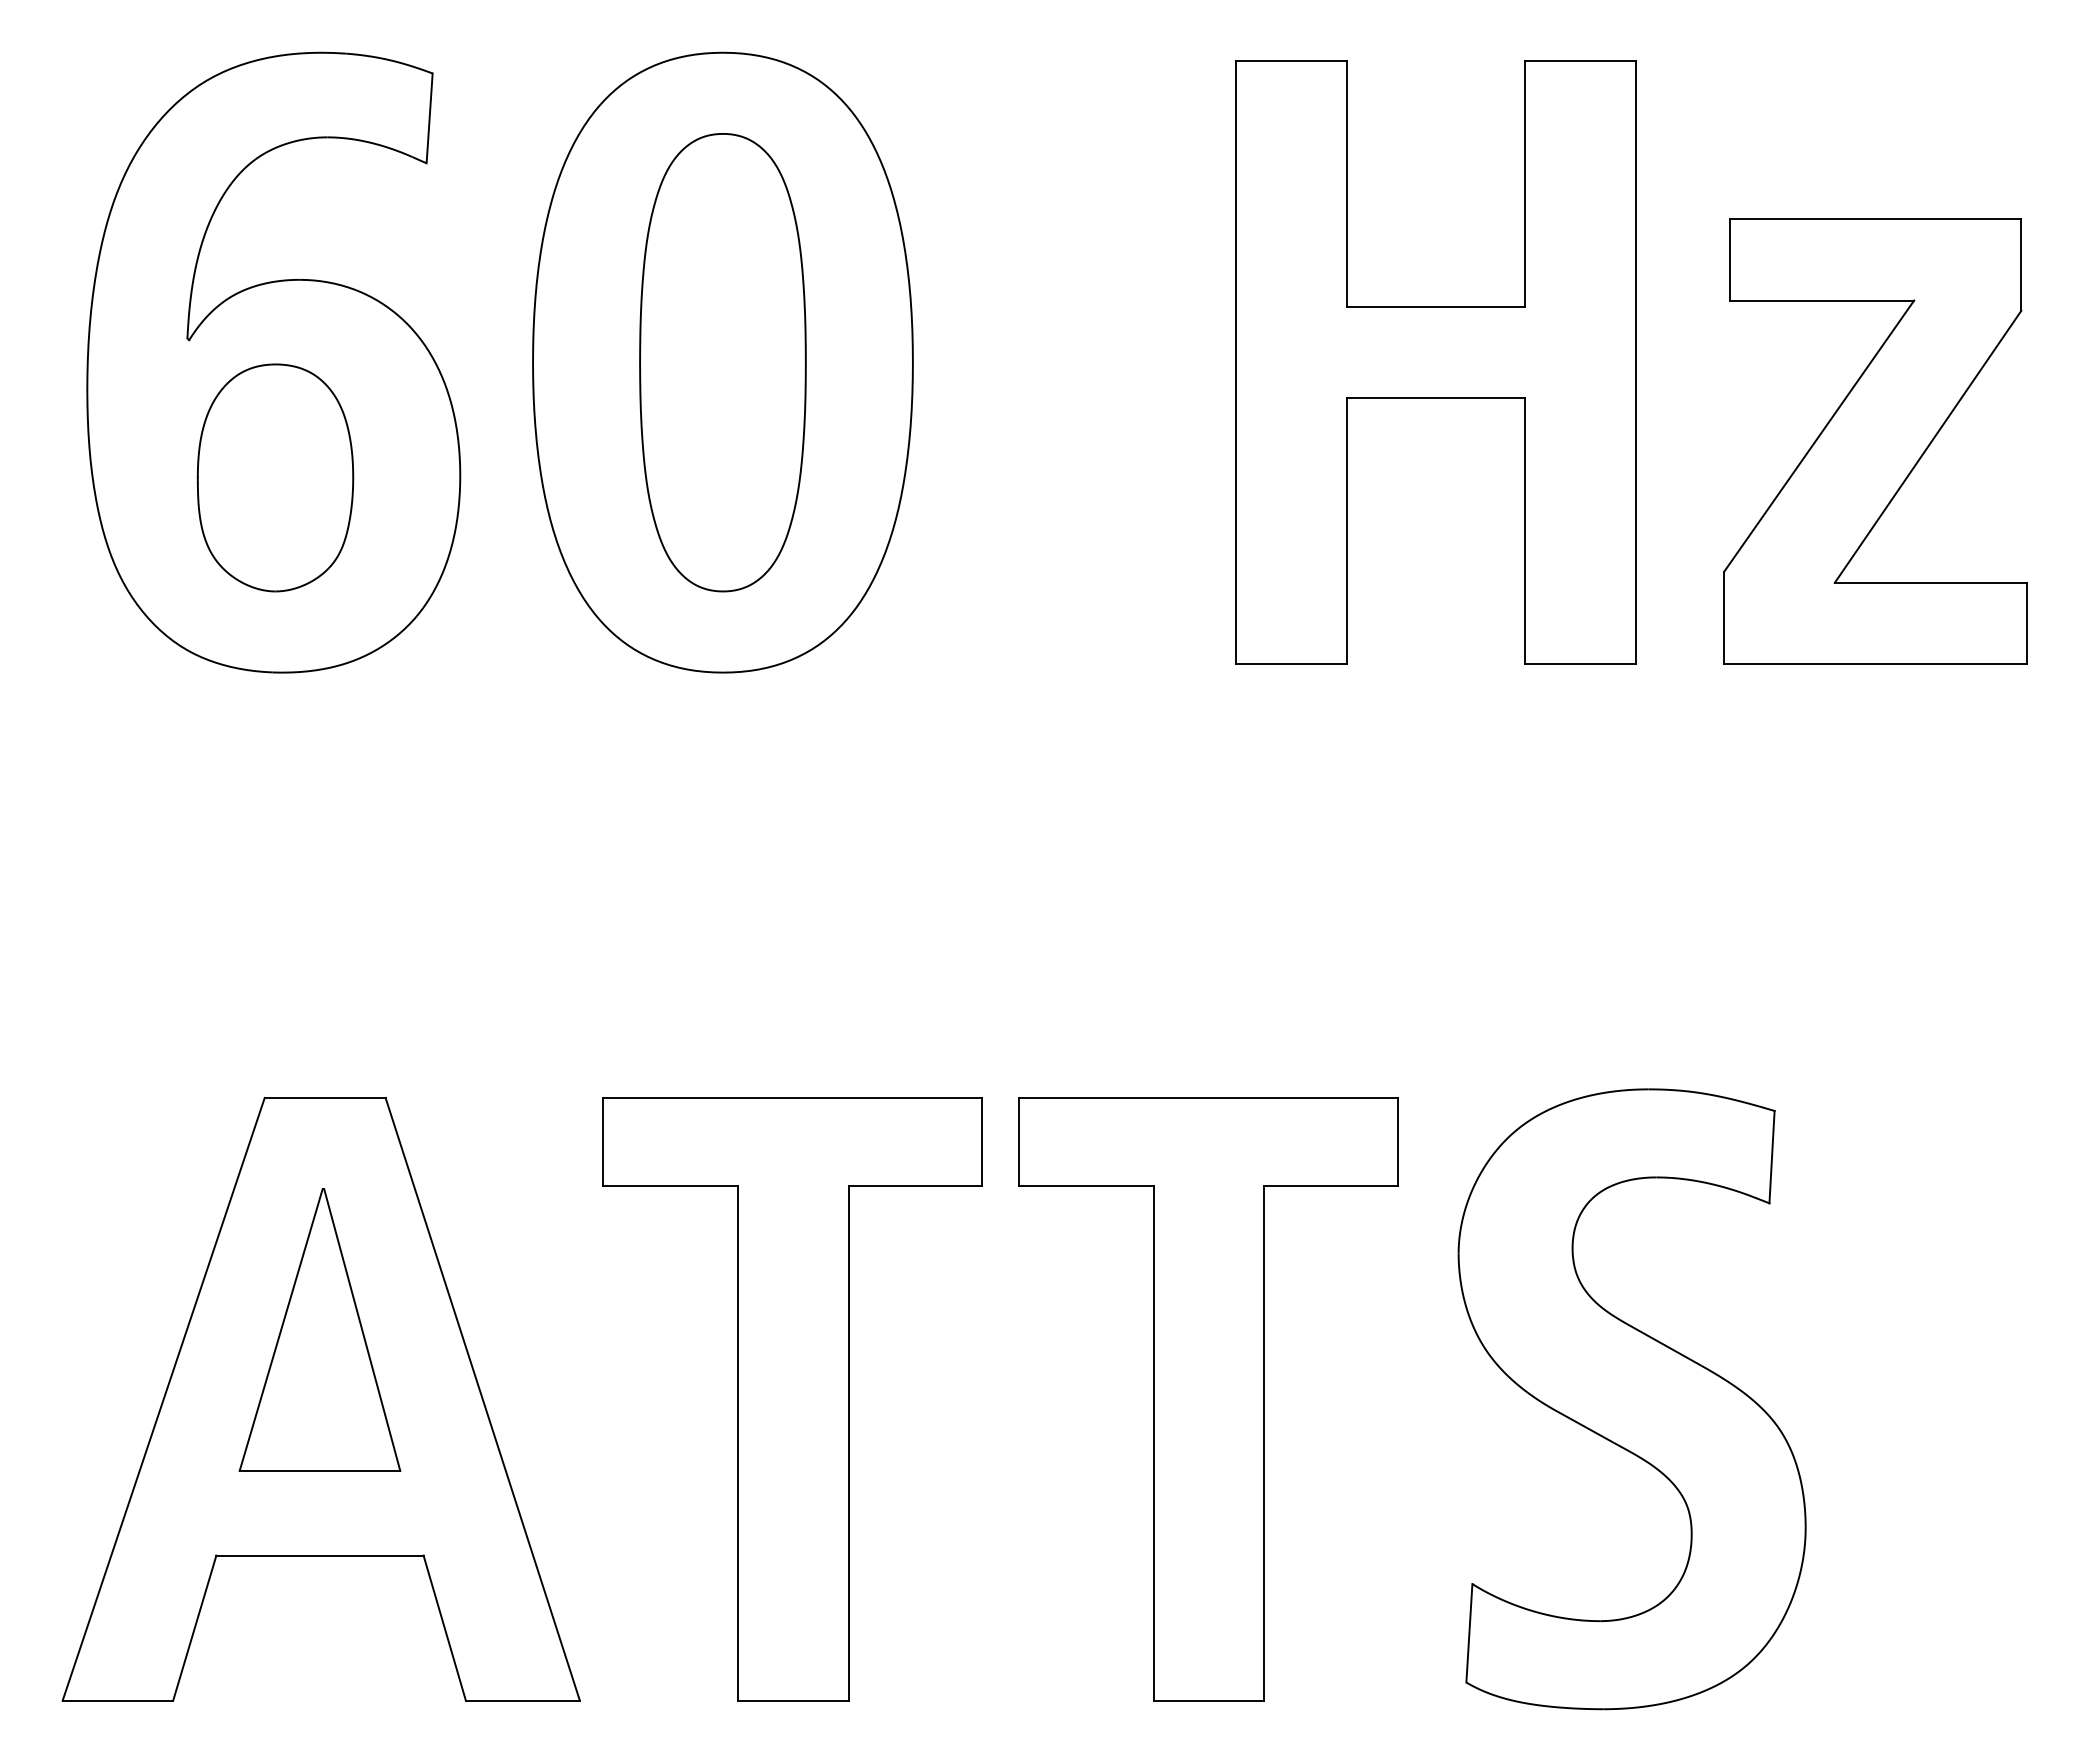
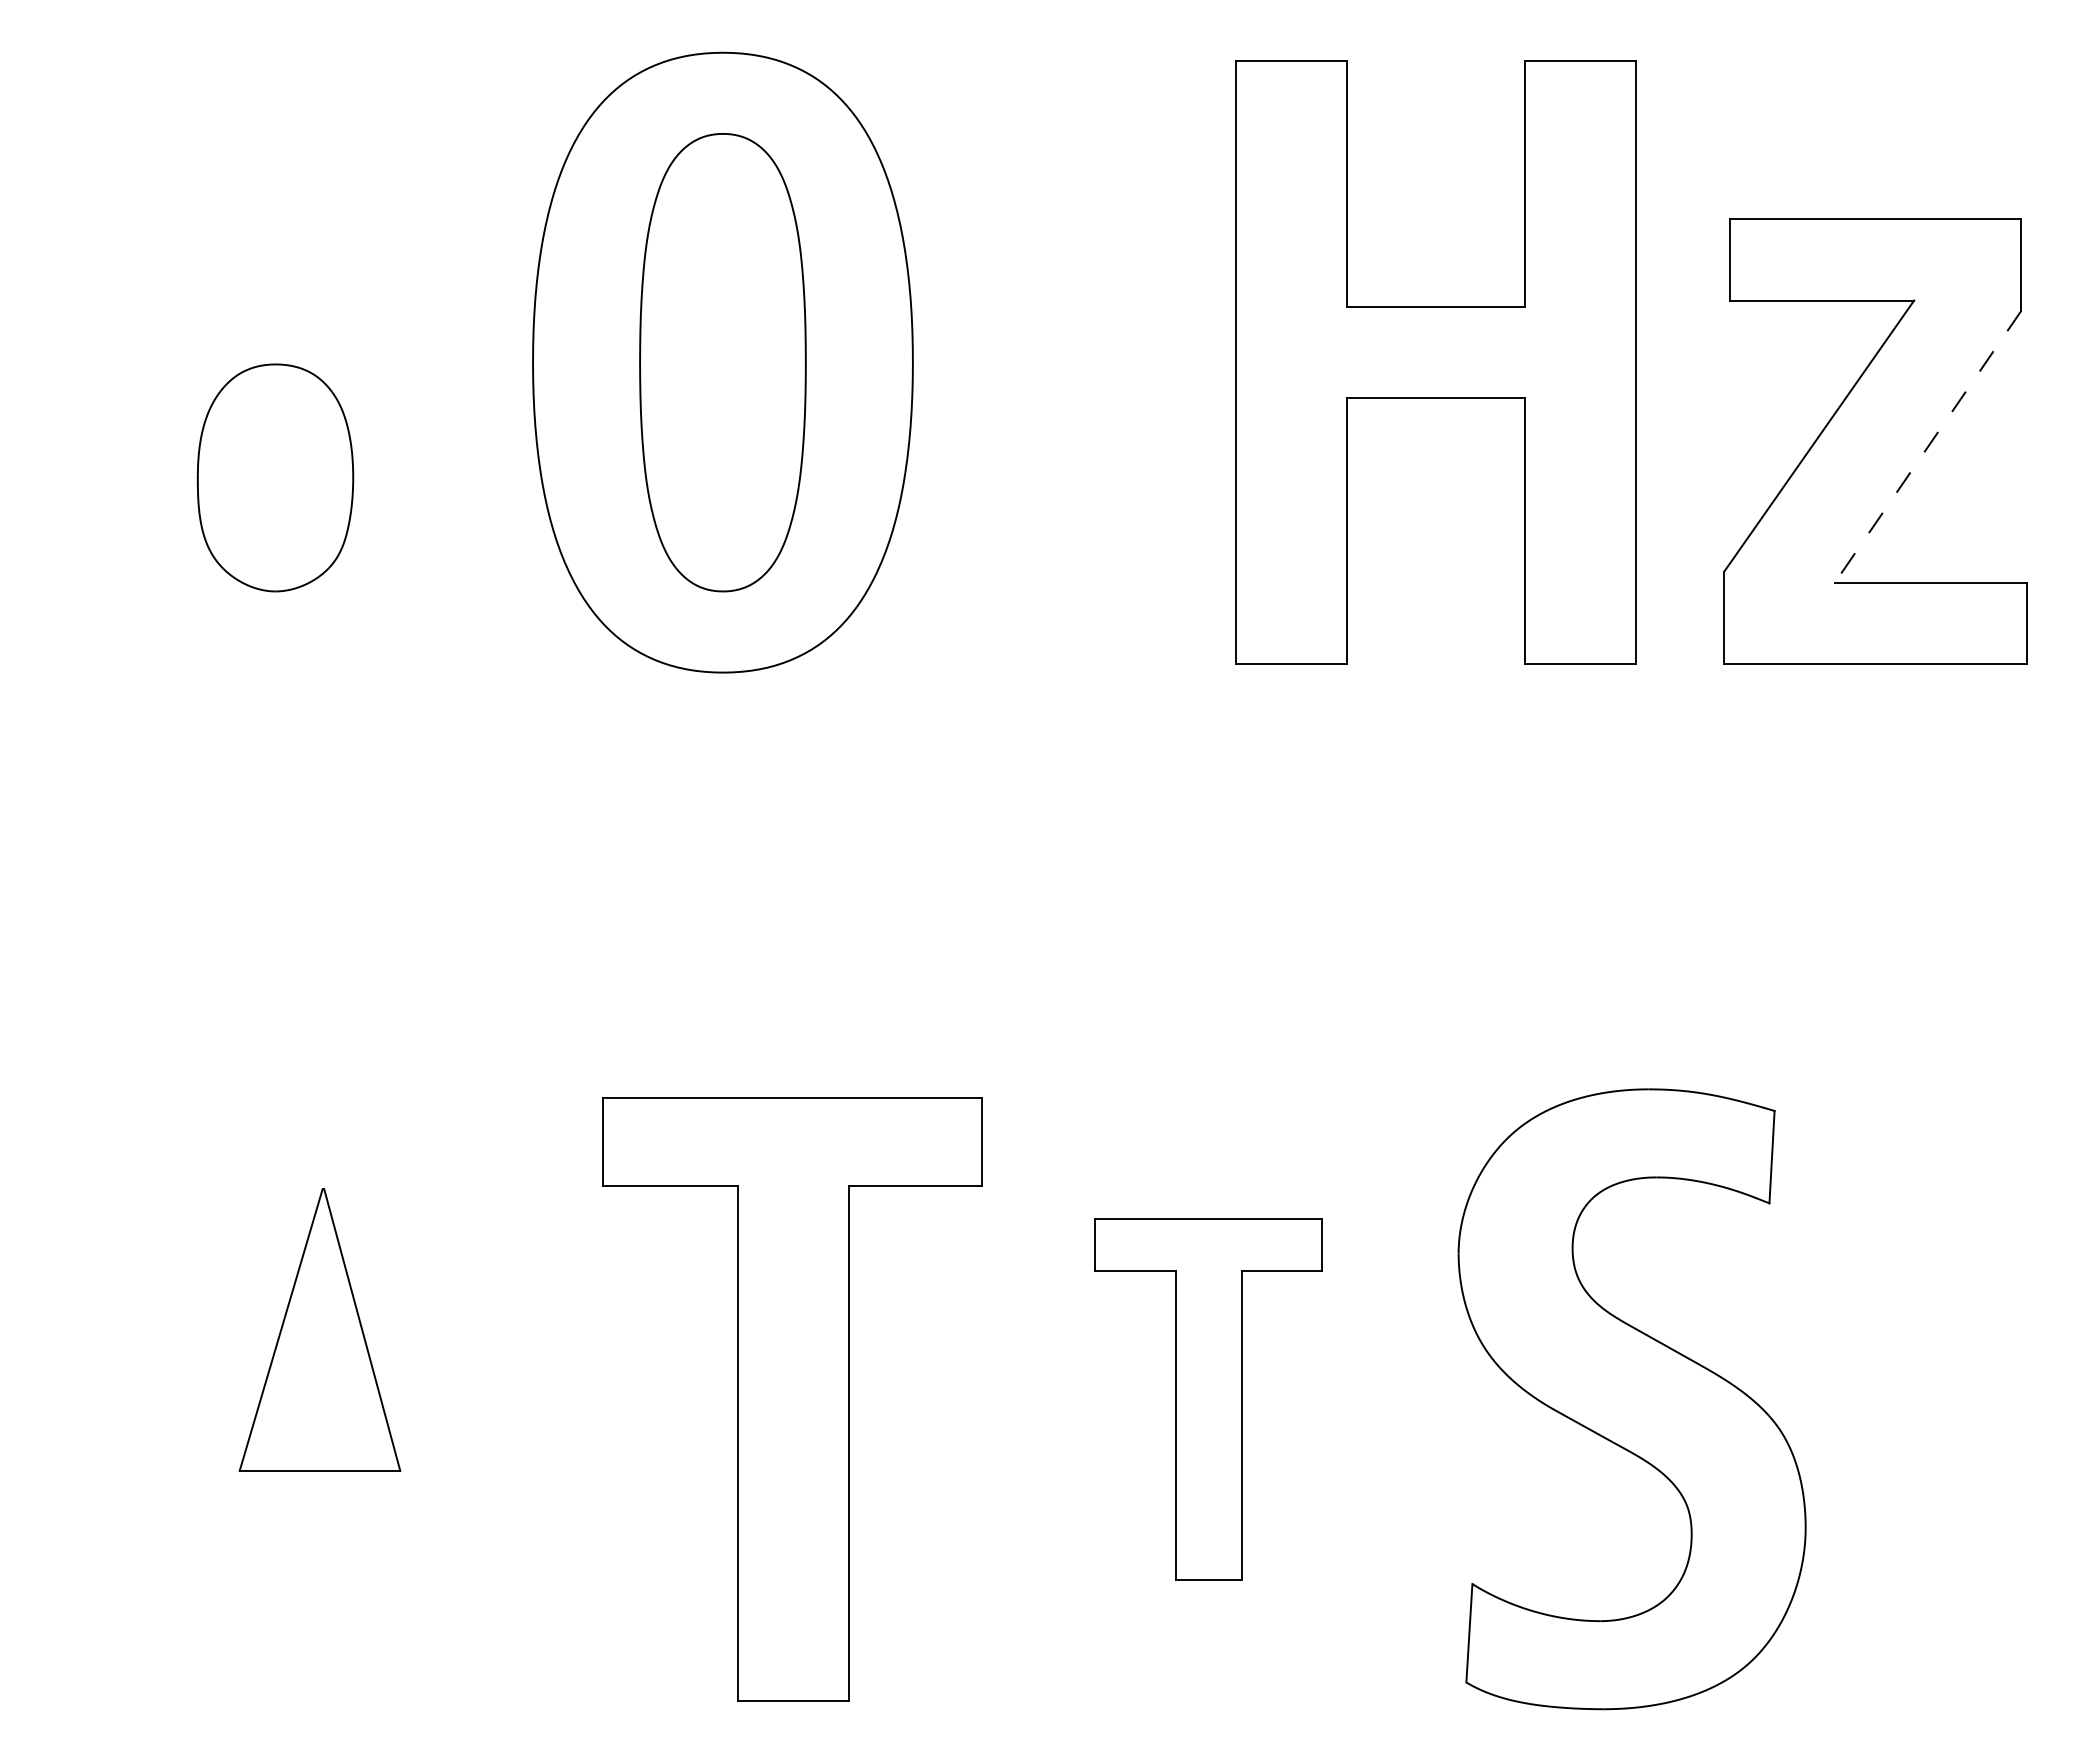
part at (273, 362): present -> none
line at (1928, 446): solid -> dashed
part at (320, 1399): present -> none
part at (1208, 1399) size: 381x605 px -> 229x363 px
